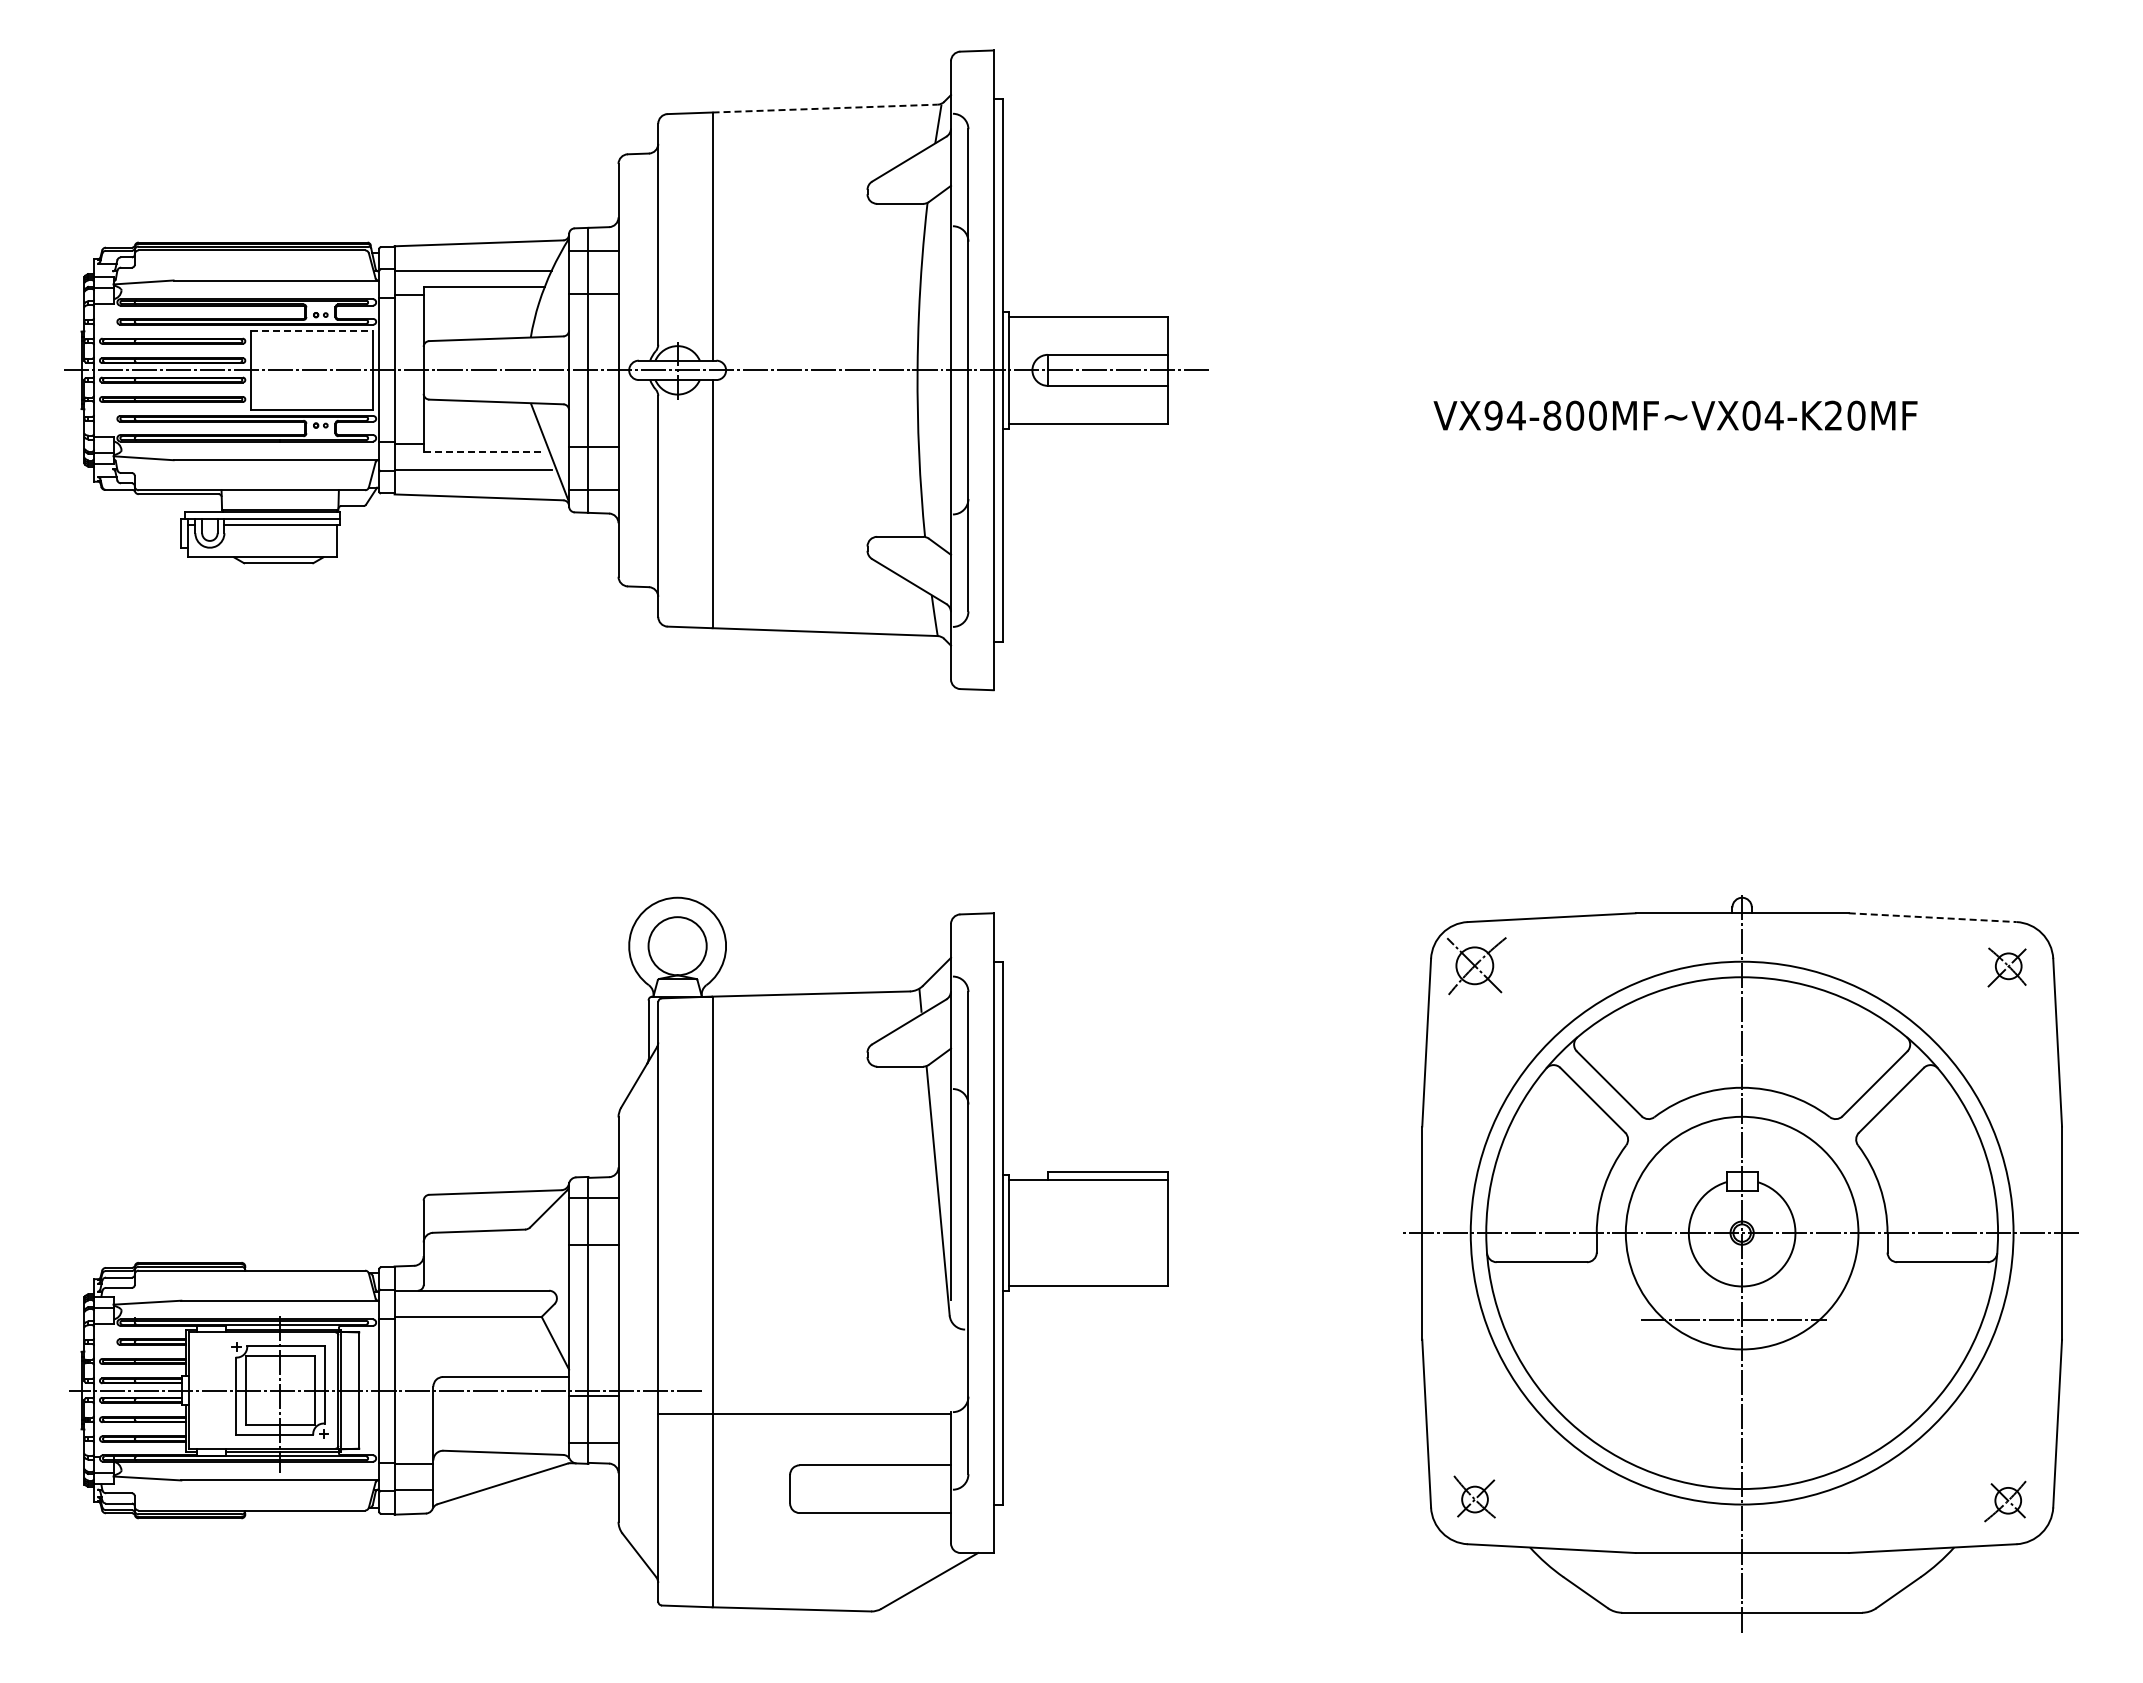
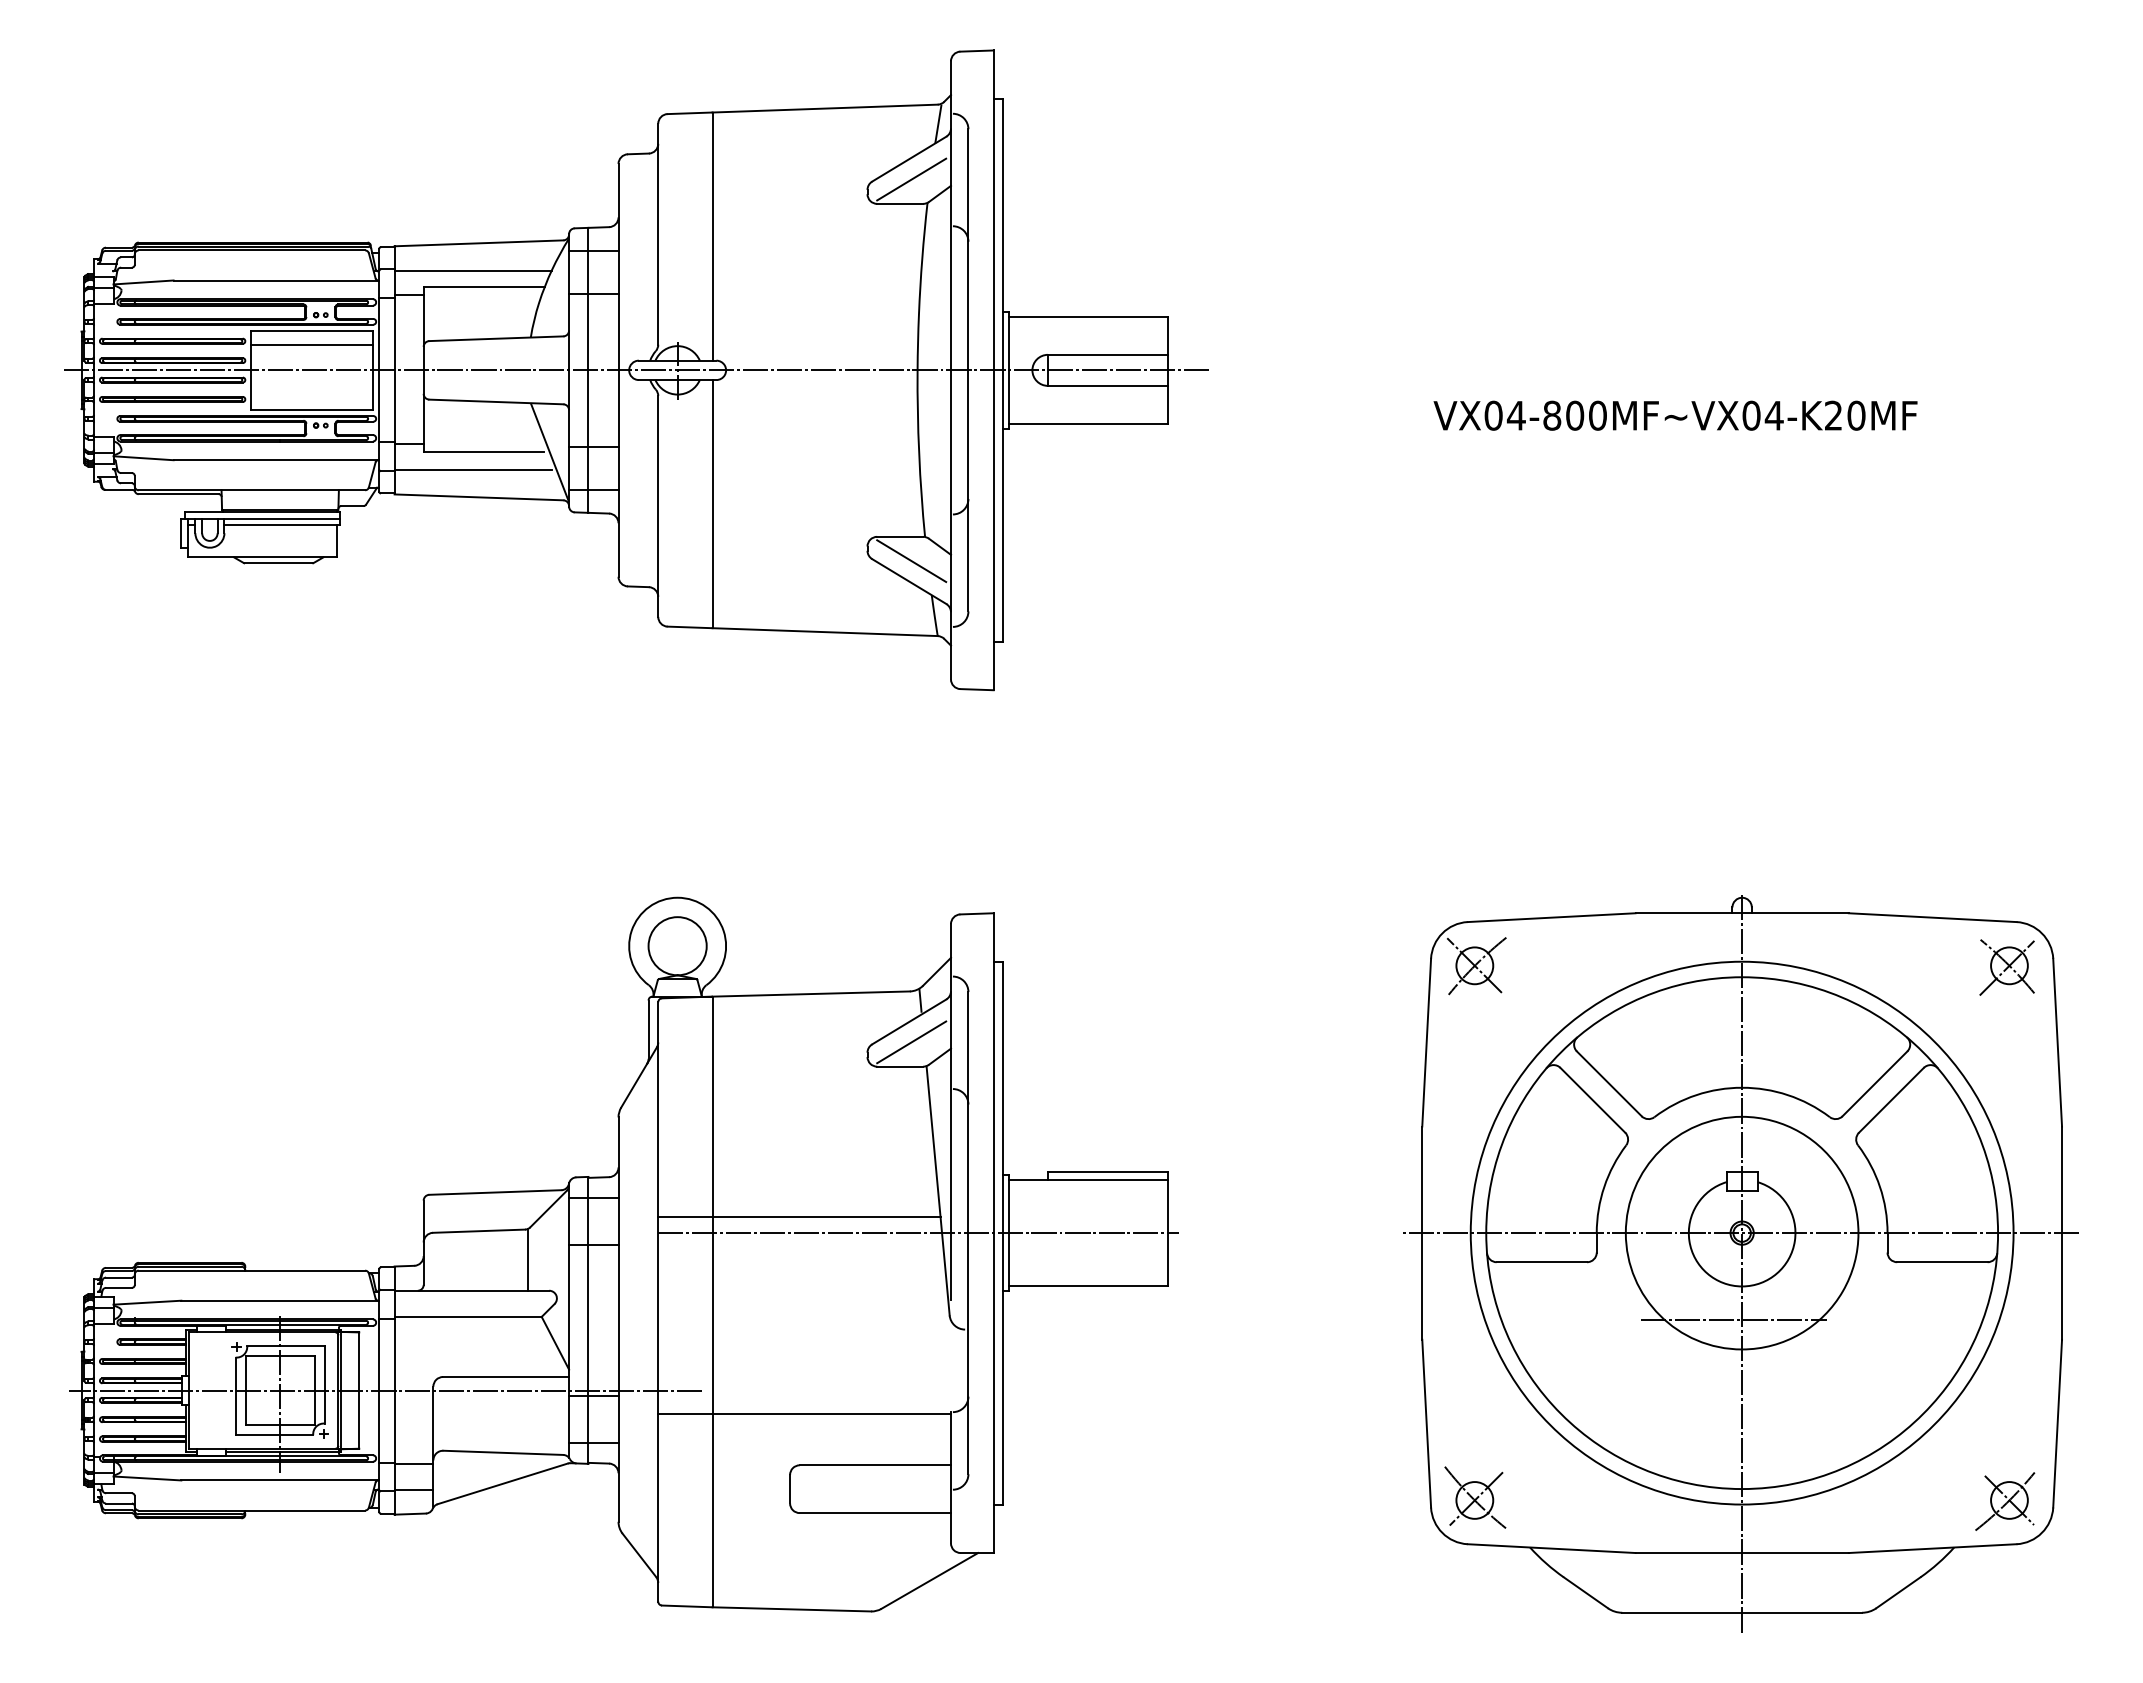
line at (825, 108): dashed -> solid
line at (911, 179): none -> present
line at (312, 330): dashed -> solid
line at (312, 345): none -> present
text at (1493, 415): VX94-800MF~VX04-K20MF -> VX04-800MF~VX04-K20MF
line at (484, 452): dashed -> solid
line at (911, 561): none -> present
line at (1932, 917): dashed -> solid
part at (2006, 967) size: 40x41 px -> 56x57 px
line at (911, 1042): none -> present
line at (799, 1216): none -> present
line at (918, 1233): none -> present
line at (528, 1259): none -> present
part at (1474, 1496) size: 43x44 px -> 63x63 px
part at (2005, 1501) size: 43x43 px -> 61x59 px
